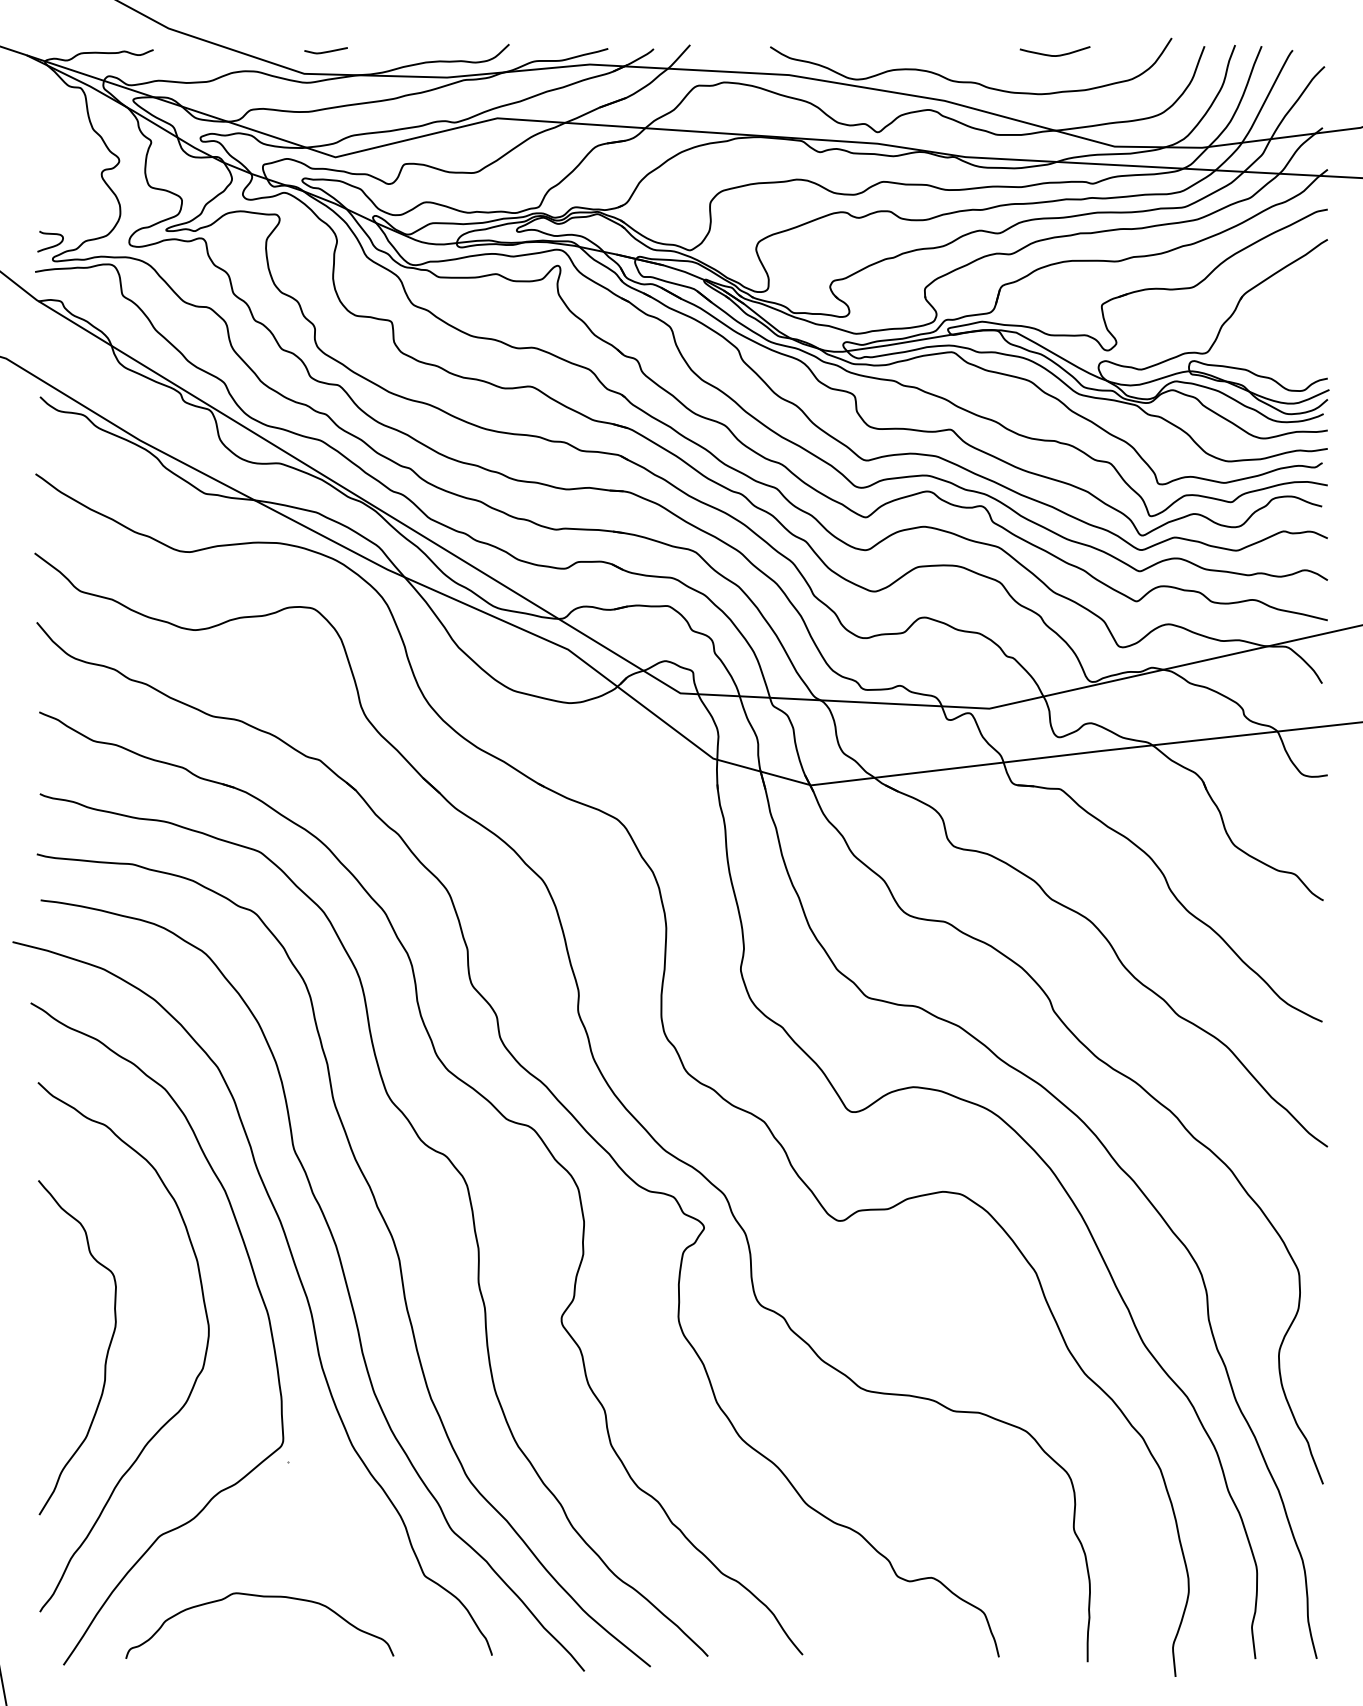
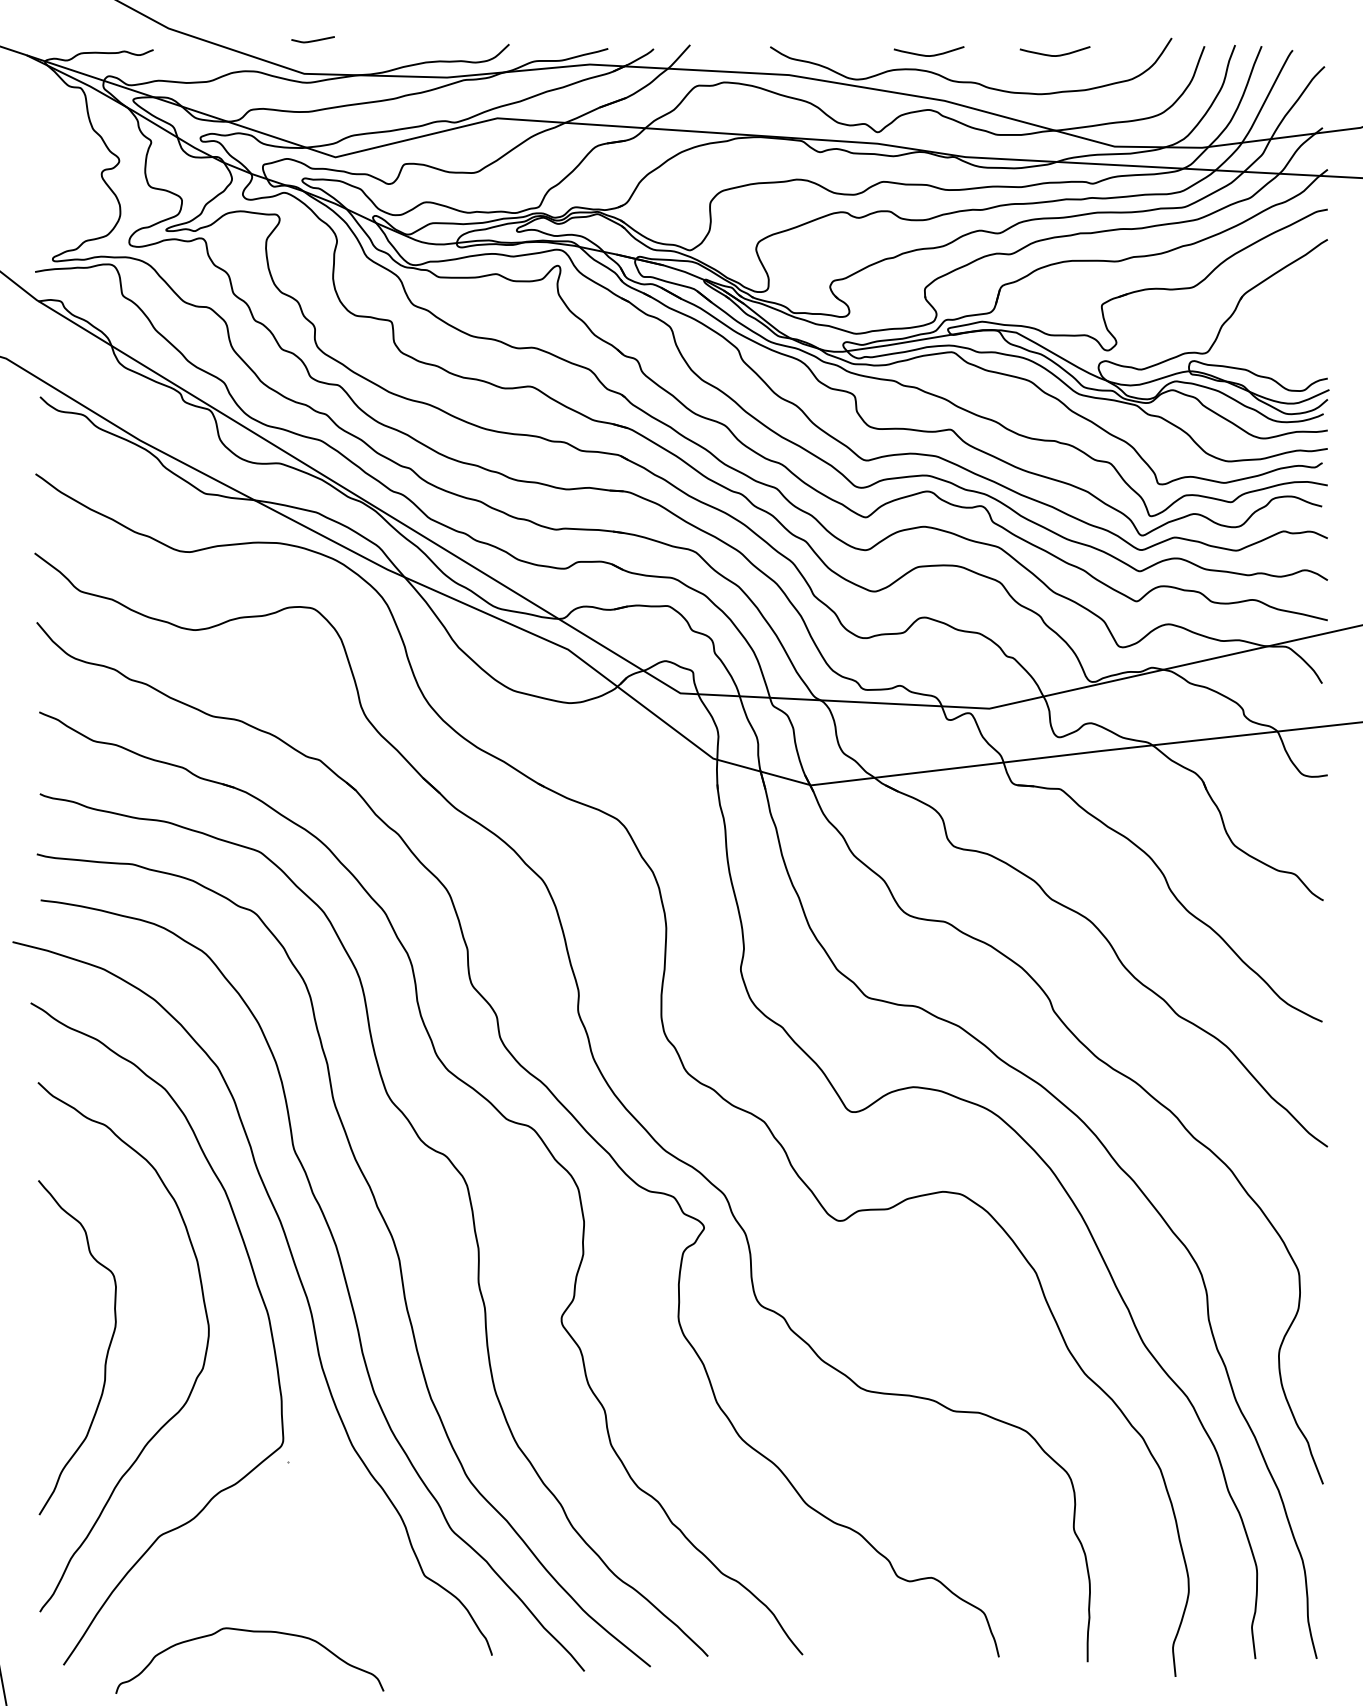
curve at (325, 51) position: (325, 51) -> (312, 40)
curve at (928, 55): none -> present
curve at (53, 245): present -> none
curve at (261, 1597) position: (261, 1597) -> (251, 1632)
